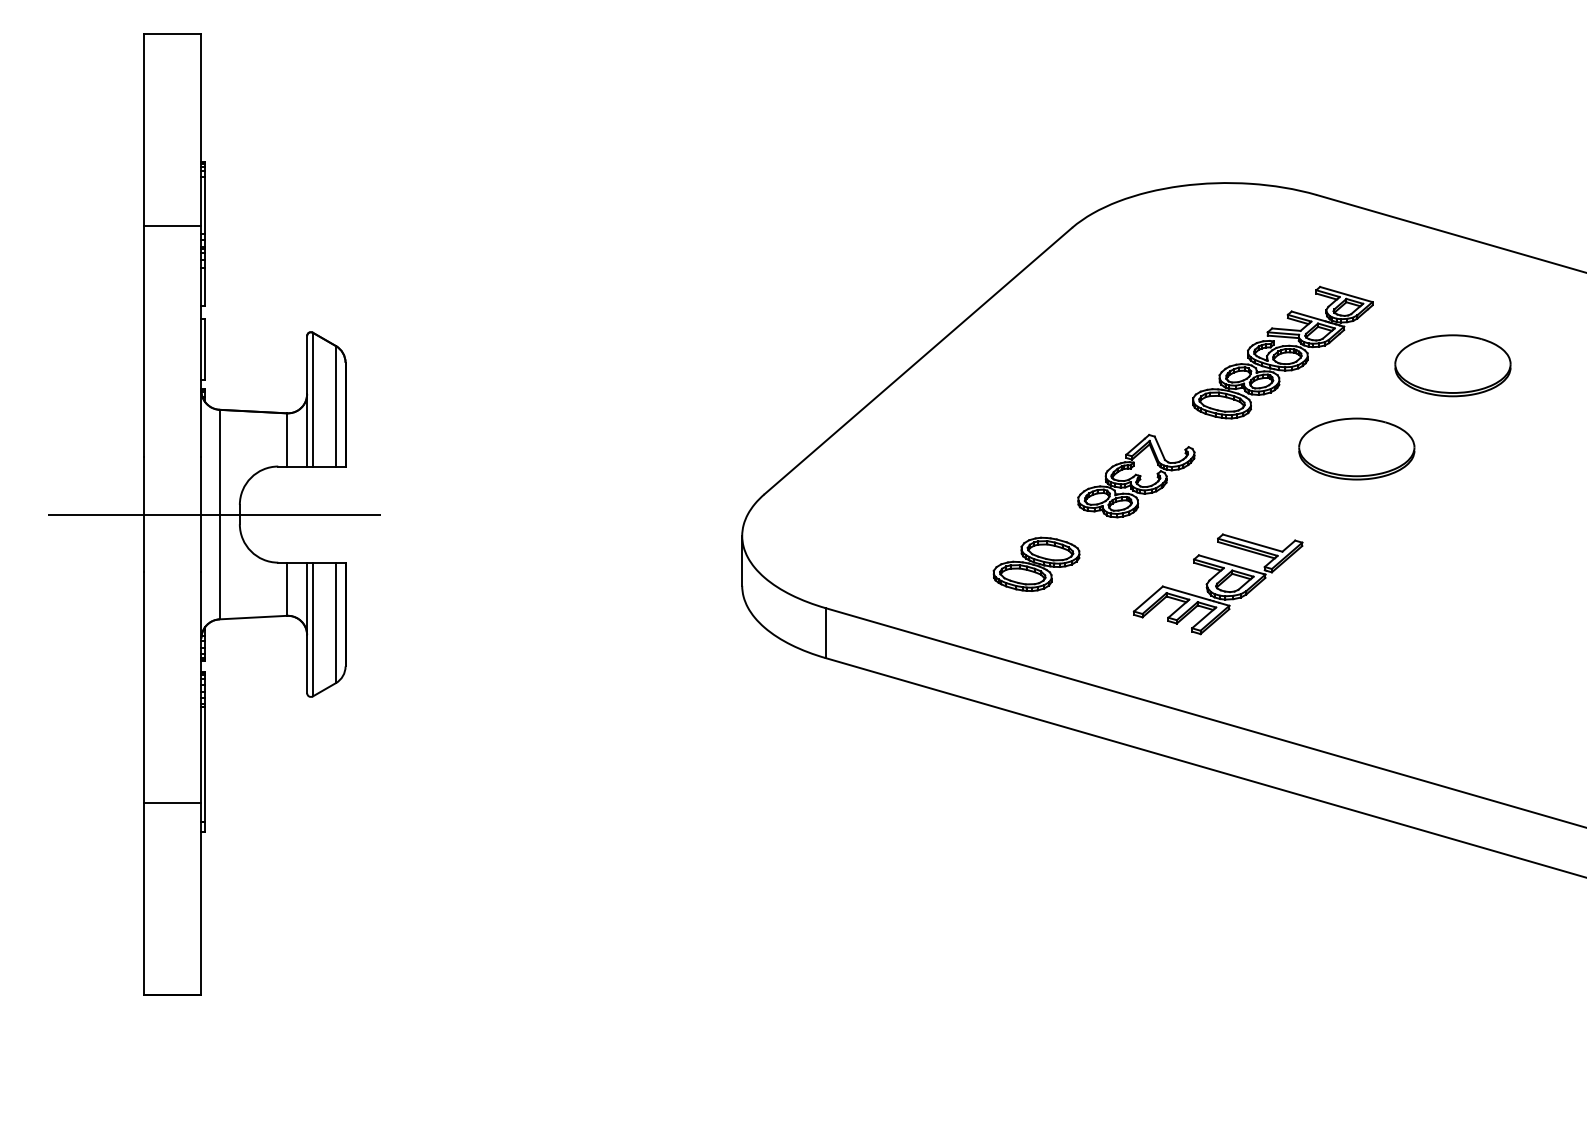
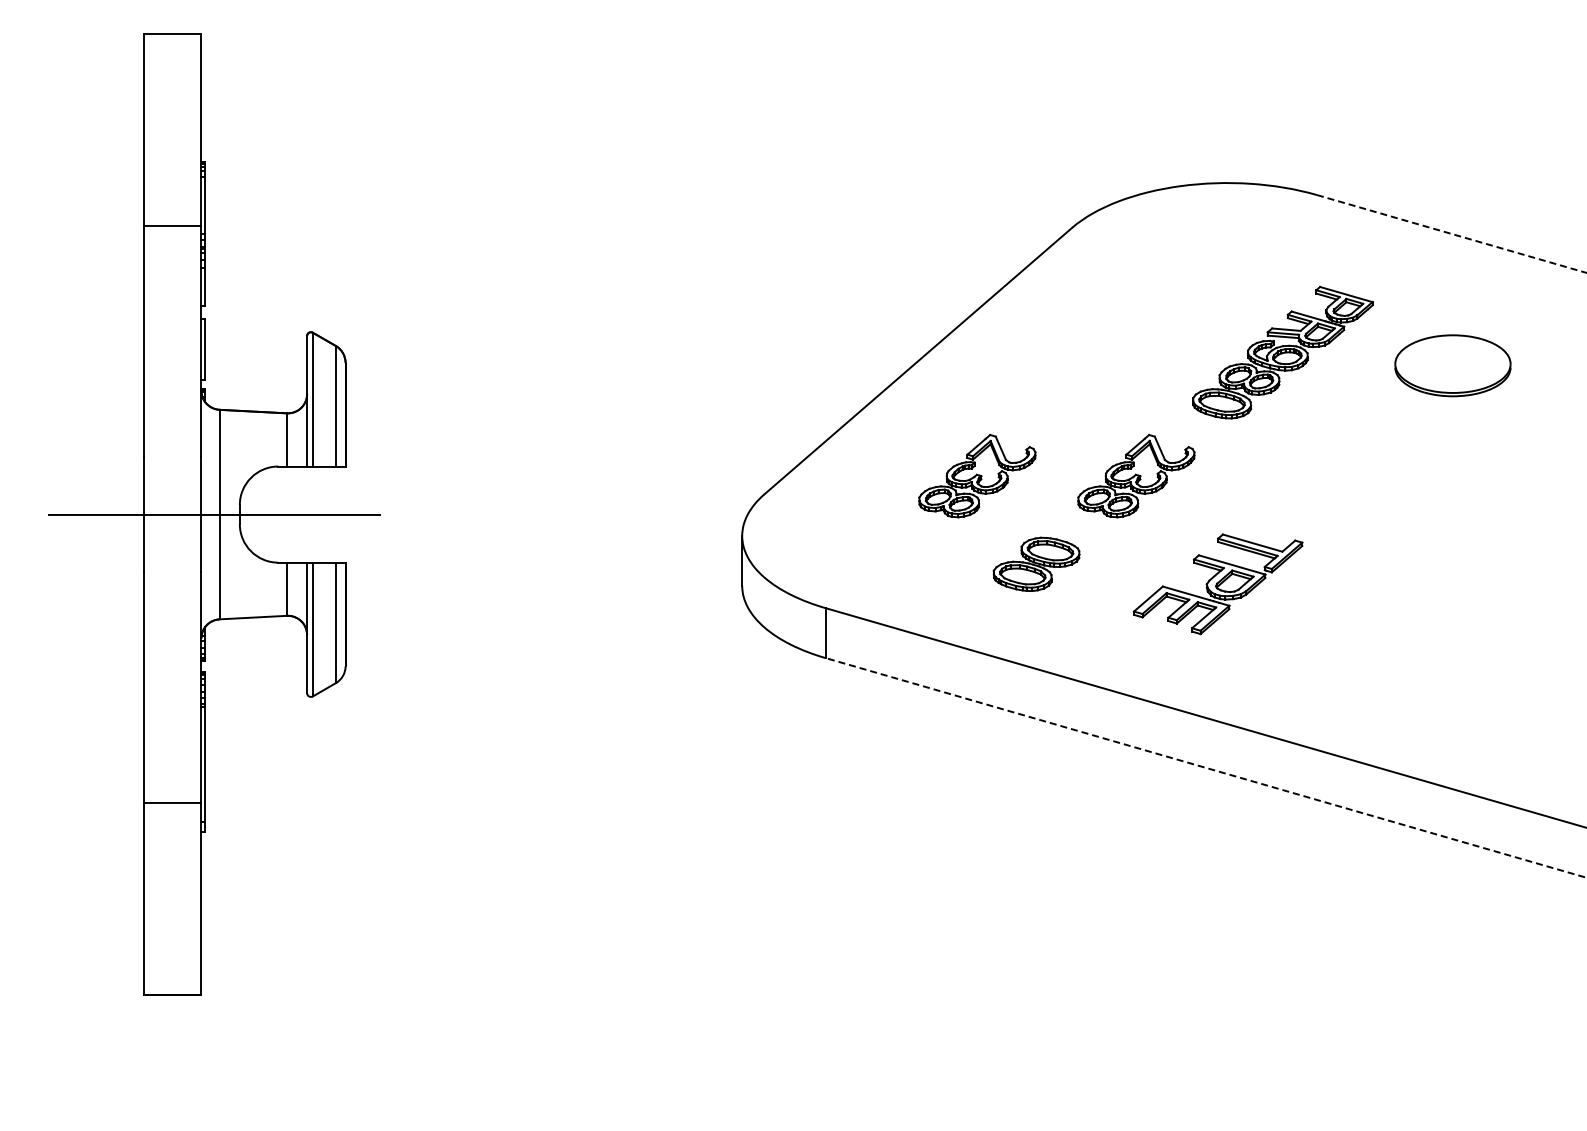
line at (1452, 234): solid -> dashed
part at (1356, 448): present -> none
part at (977, 476): none -> present
line at (1205, 767): solid -> dashed
